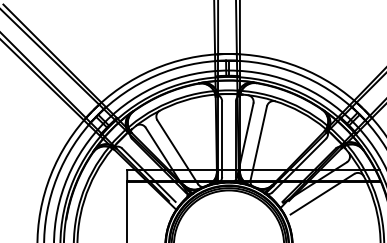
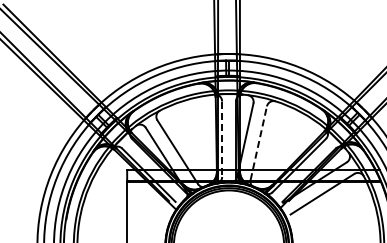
line at (222, 139): solid -> dashed
line at (258, 143): solid -> dashed
